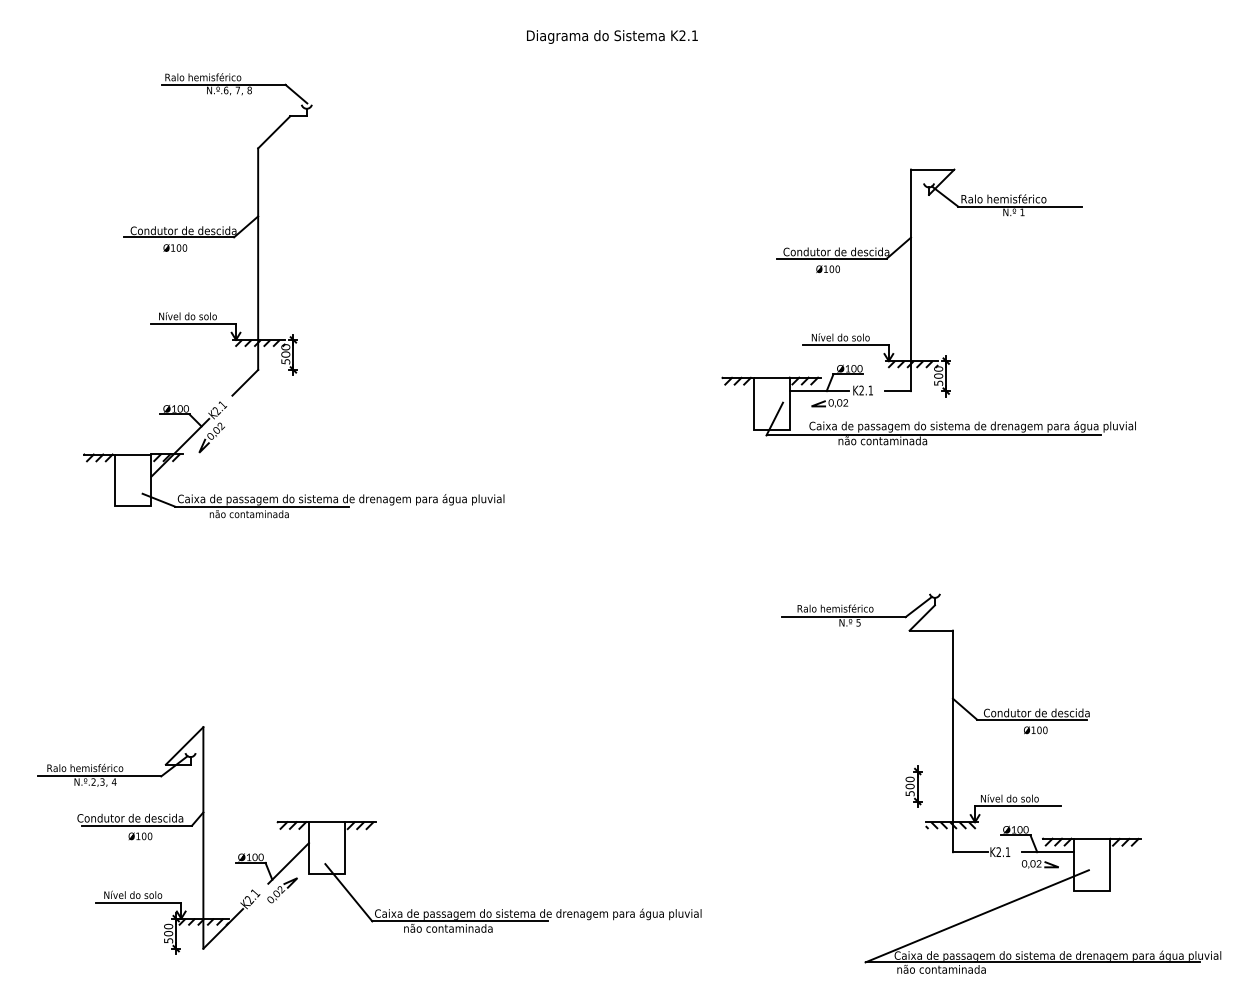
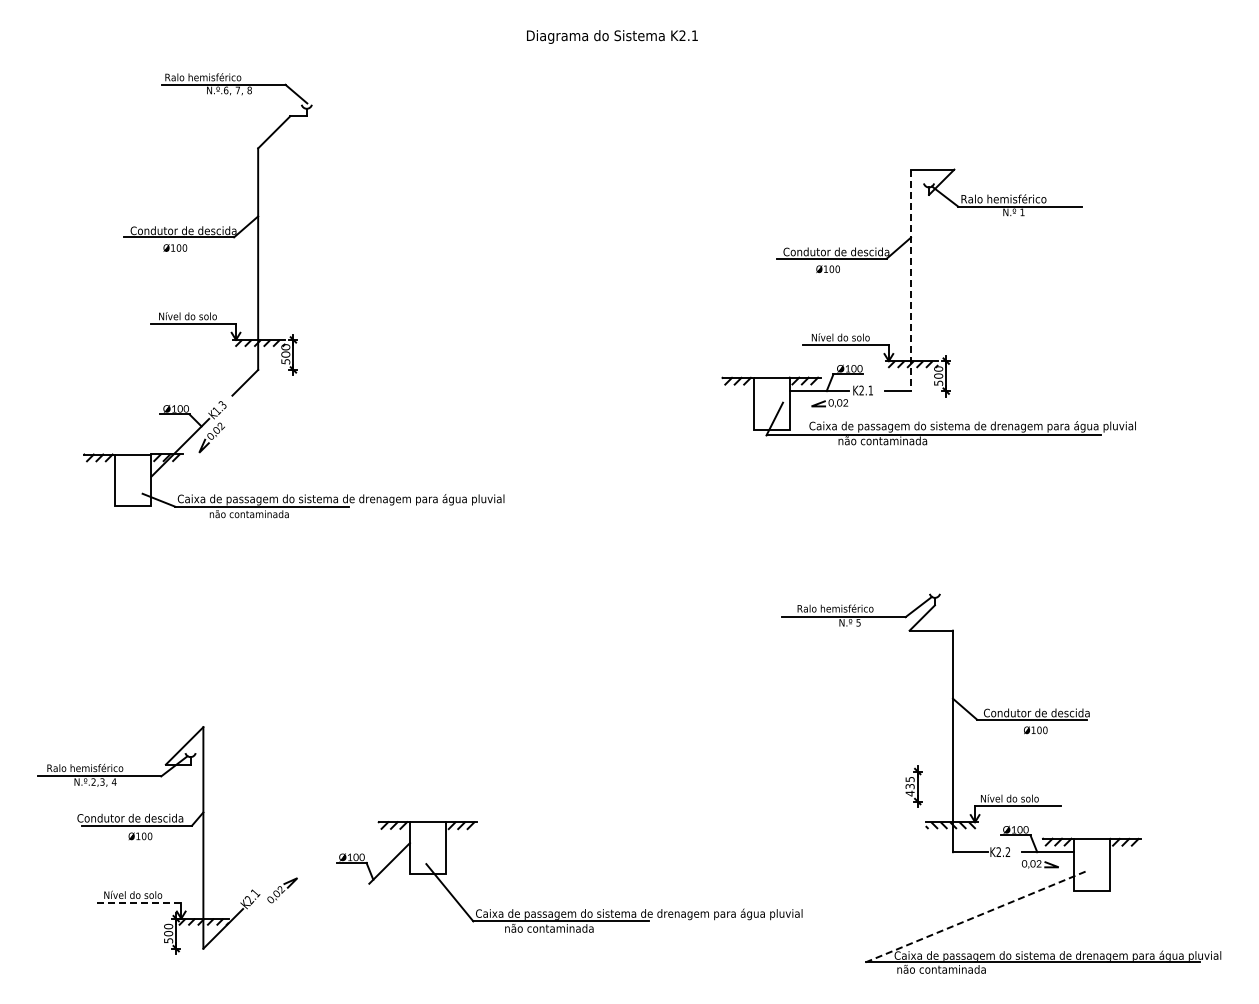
line at (910, 280): solid -> dashed
text at (219, 408): K2.1 -> K1.3
text at (909, 786): 500 -> 435
text at (1007, 851): K2.1 -> K2.2
line at (138, 902): solid -> dashed
part at (468, 911) position: (468, 911) -> (569, 911)
line at (977, 916): solid -> dashed
